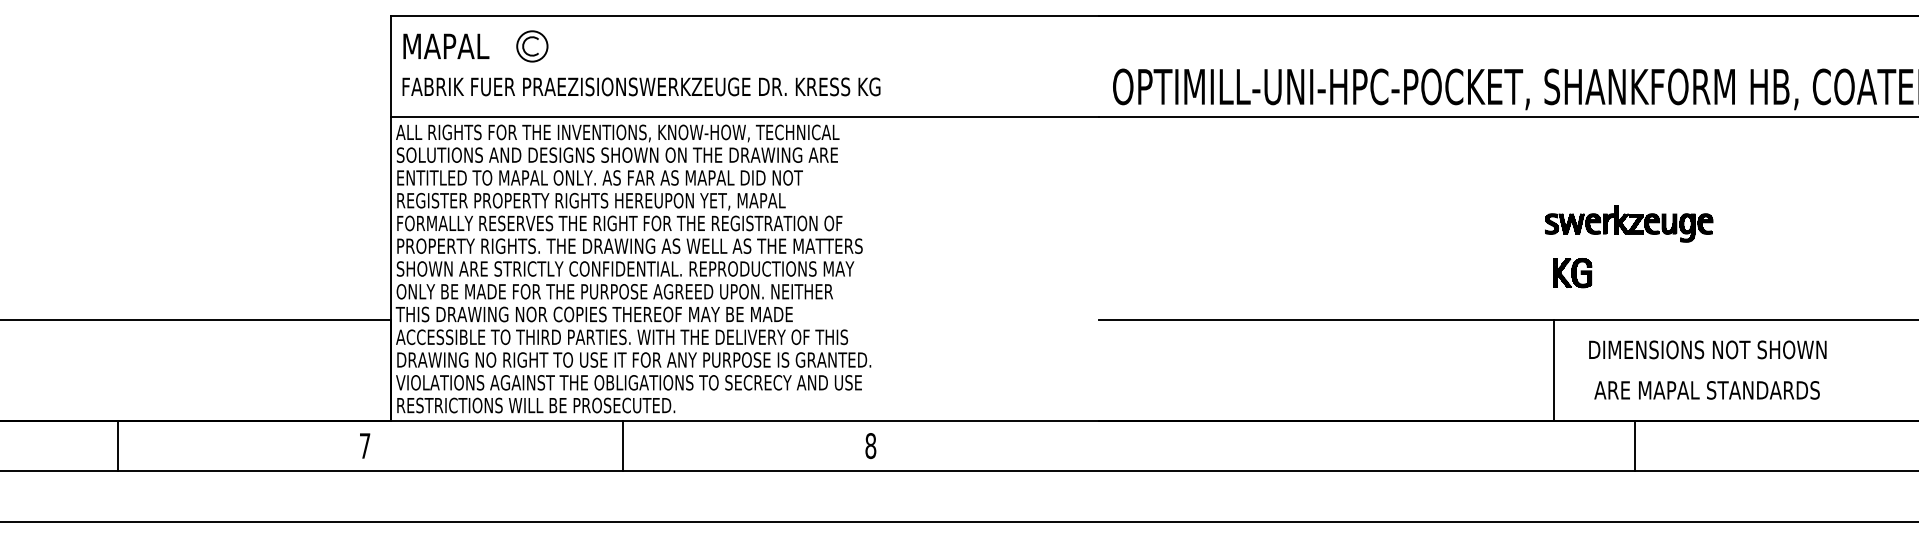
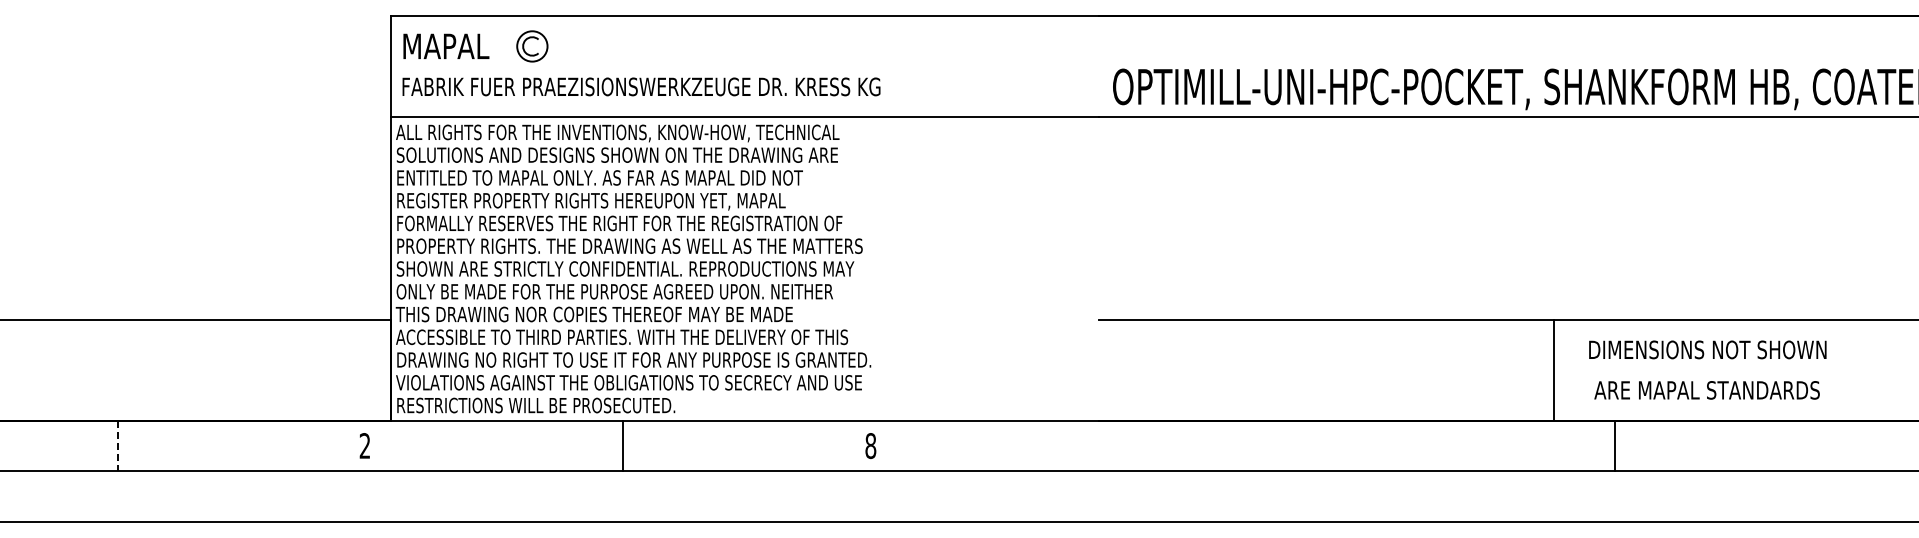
part at (1629, 234): present -> none
text at (364, 445): 7 -> 2
line at (1634, 445) position: (1634, 445) -> (1614, 445)
line at (117, 446): solid -> dashed
